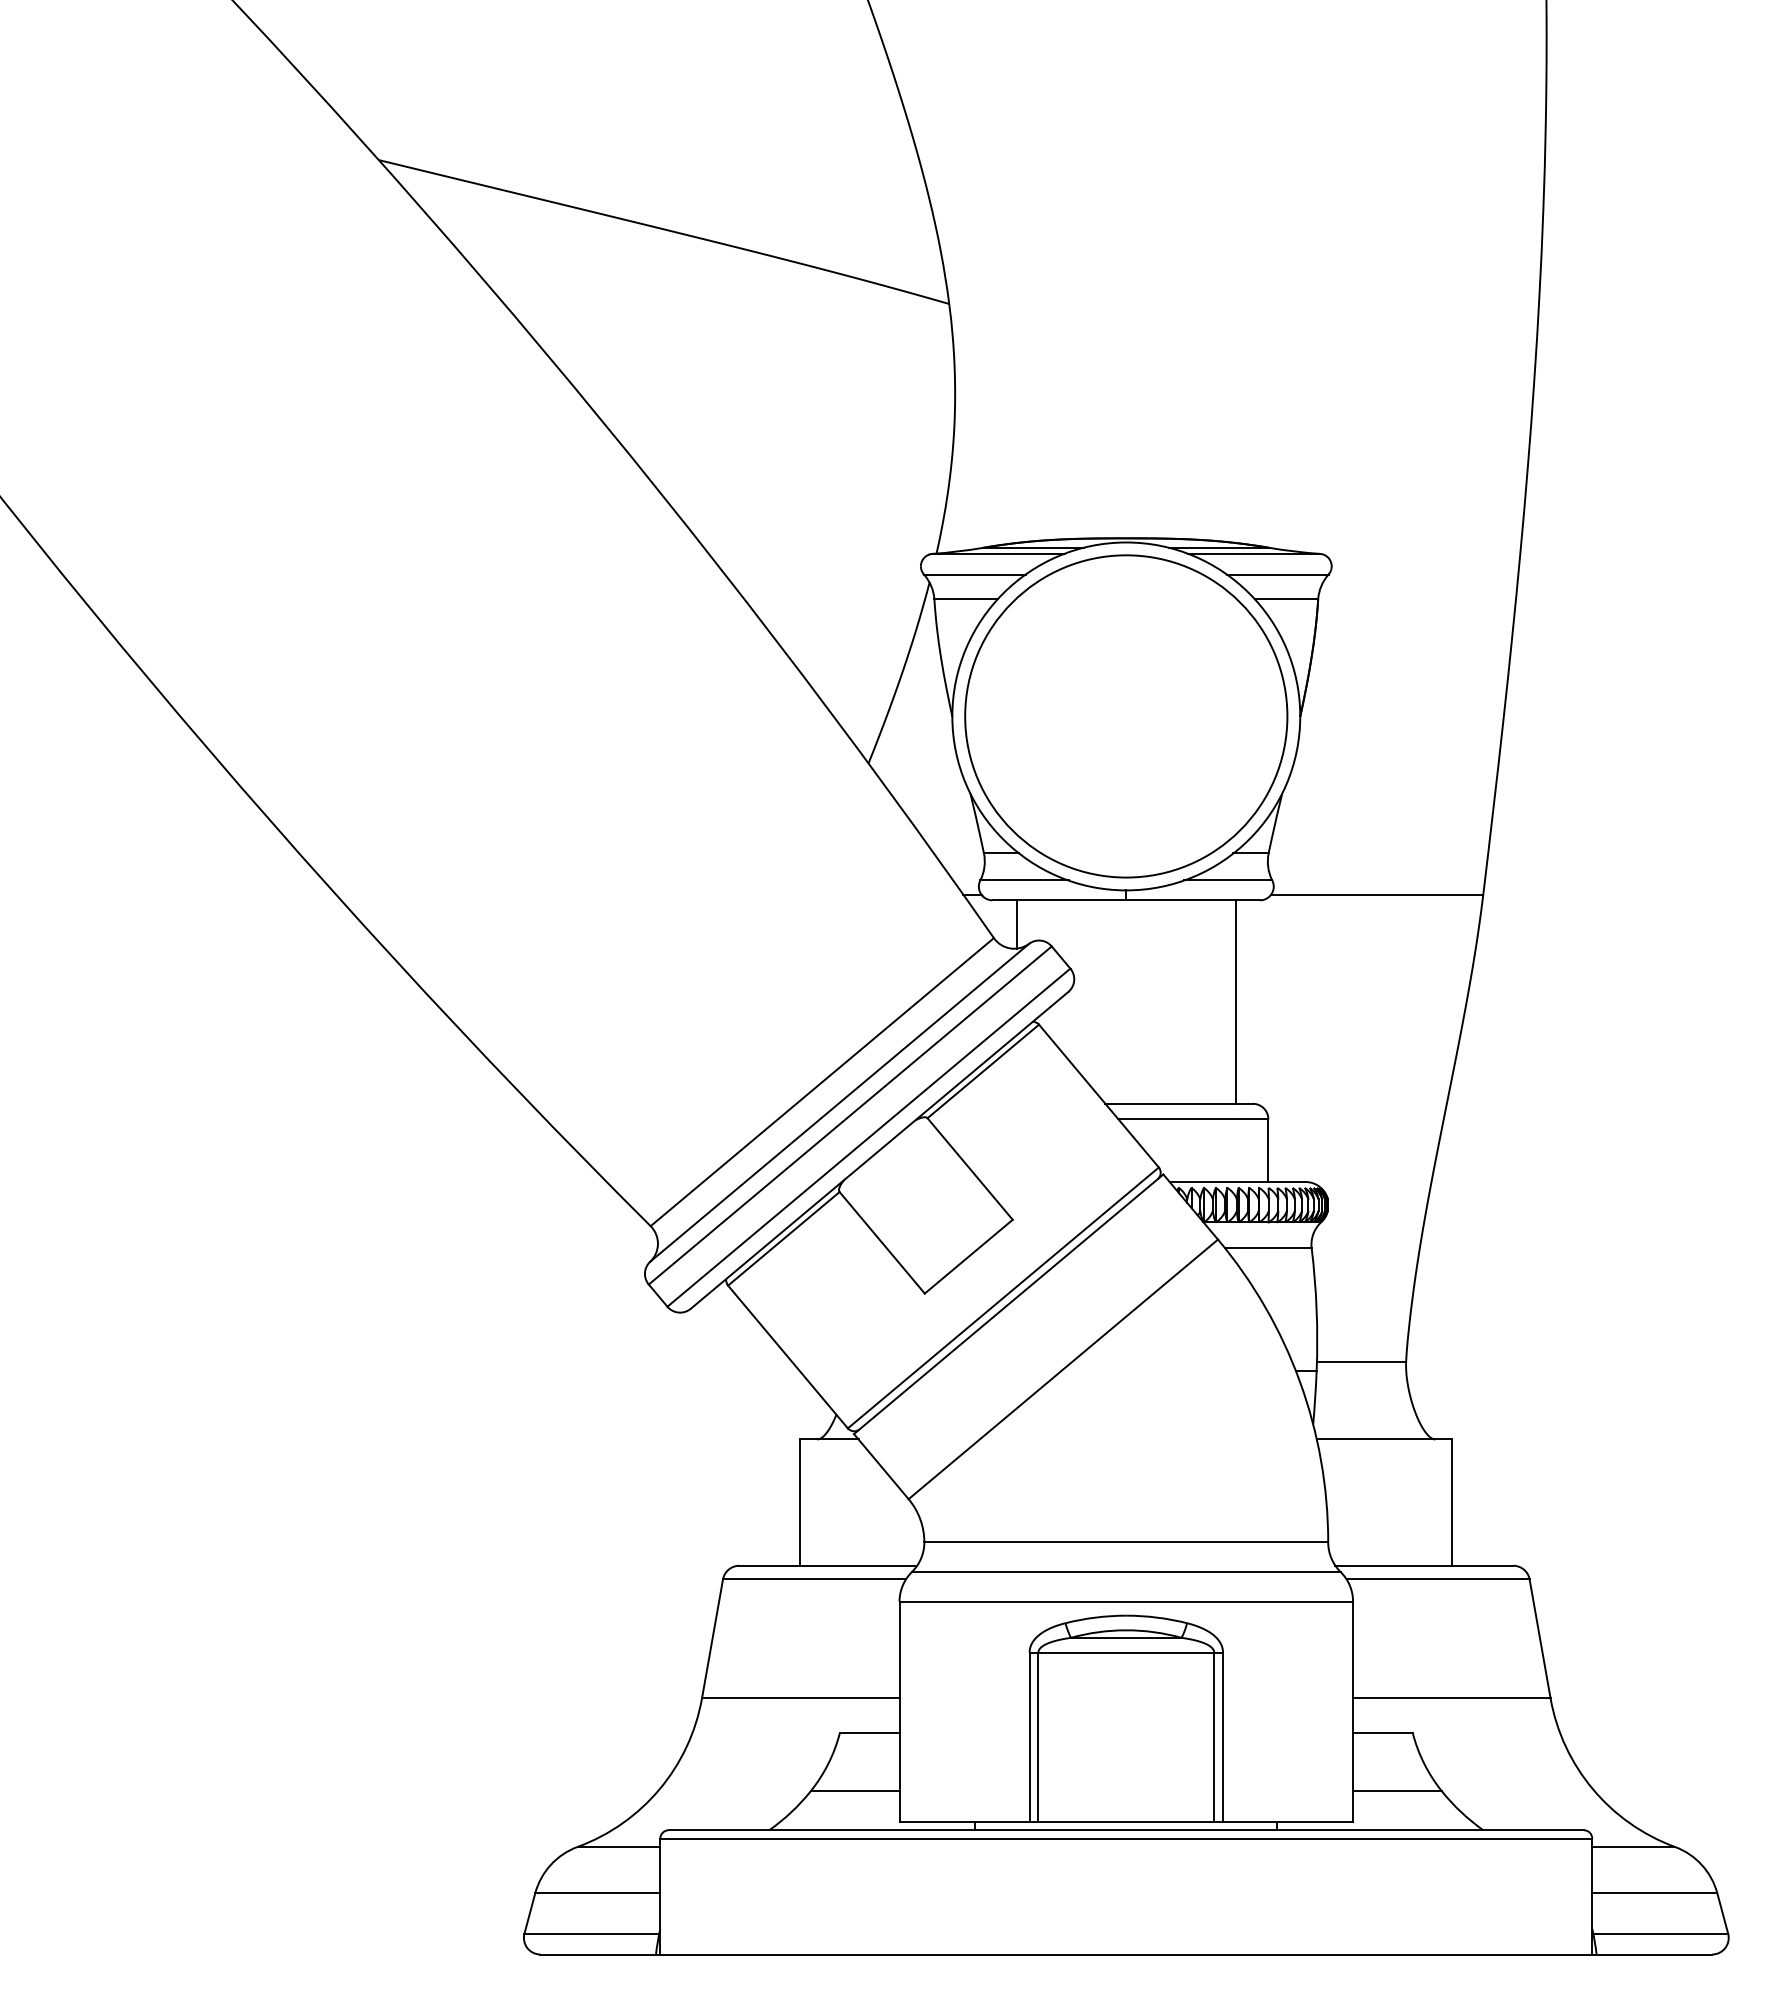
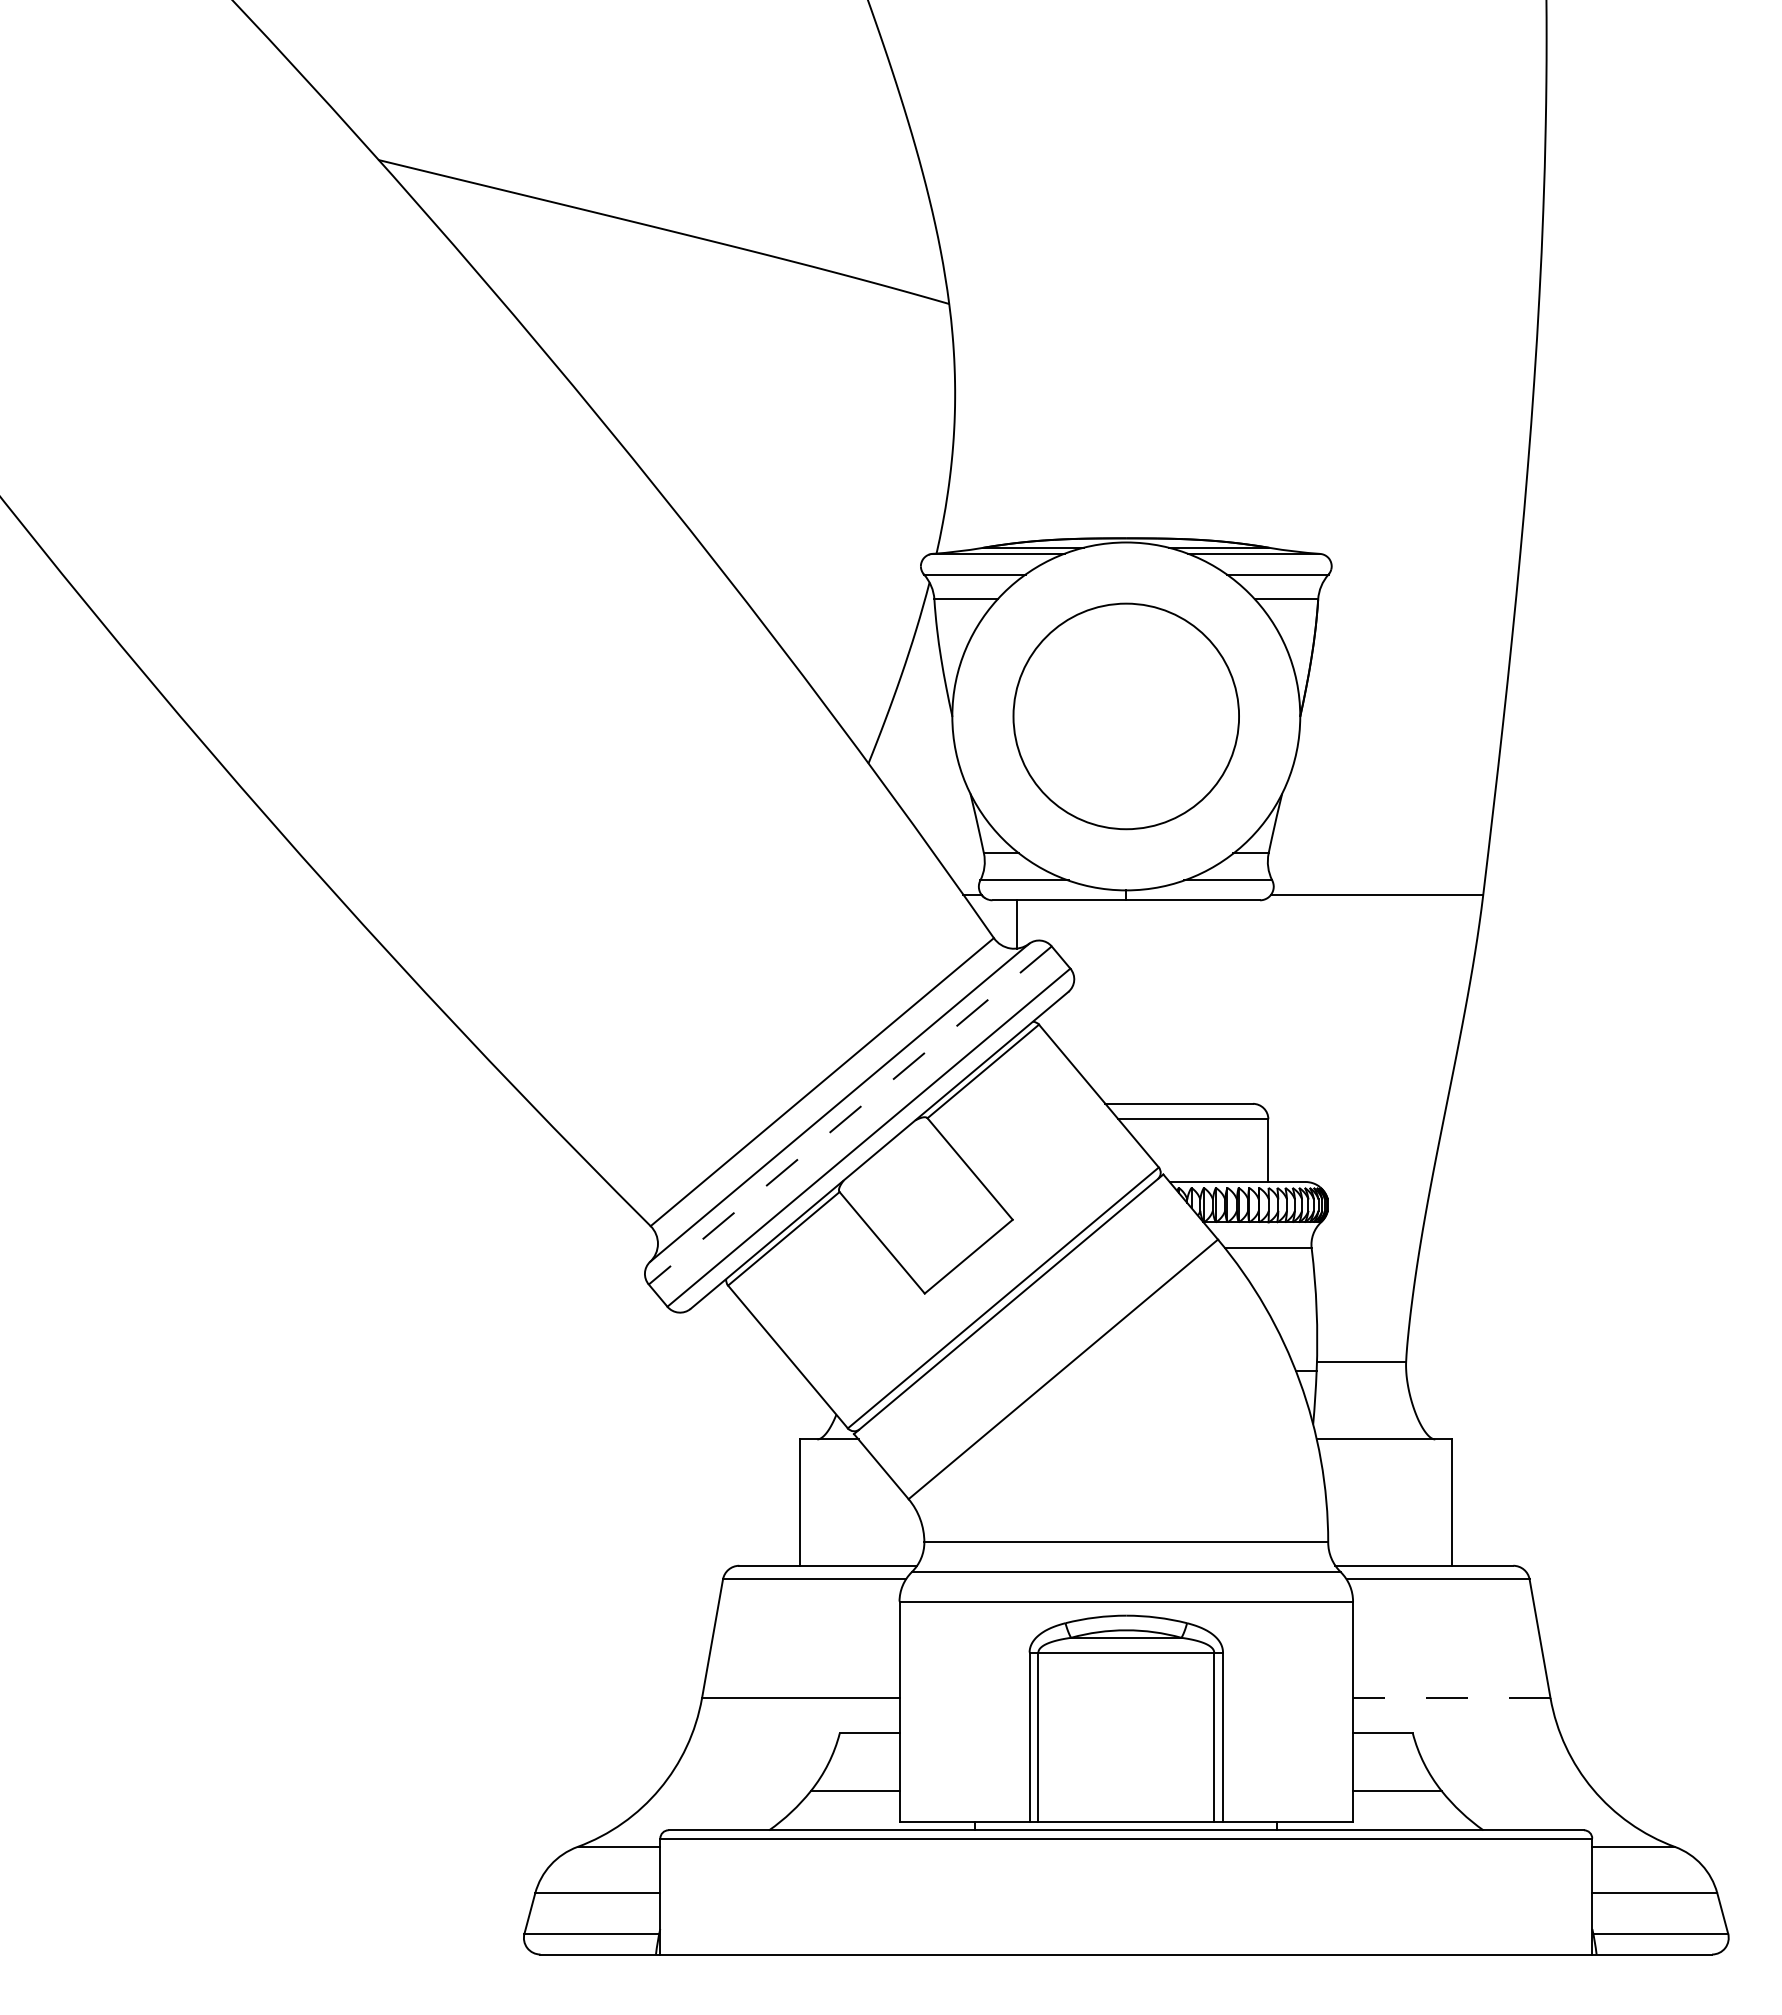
circle at (1126, 716) diameter: 322 px -> 226 px
line at (1236, 1001): present -> none
line at (850, 1115): solid -> dashed
line at (1451, 1698): solid -> dashed
